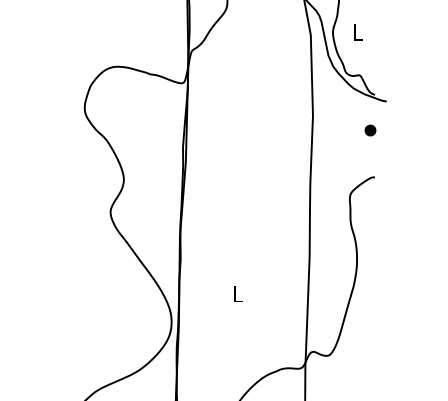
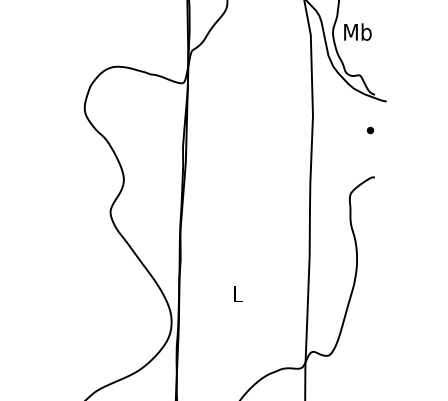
text at (357, 31): L -> Mb
part at (370, 130) size: 13x13 px -> 9x9 px
